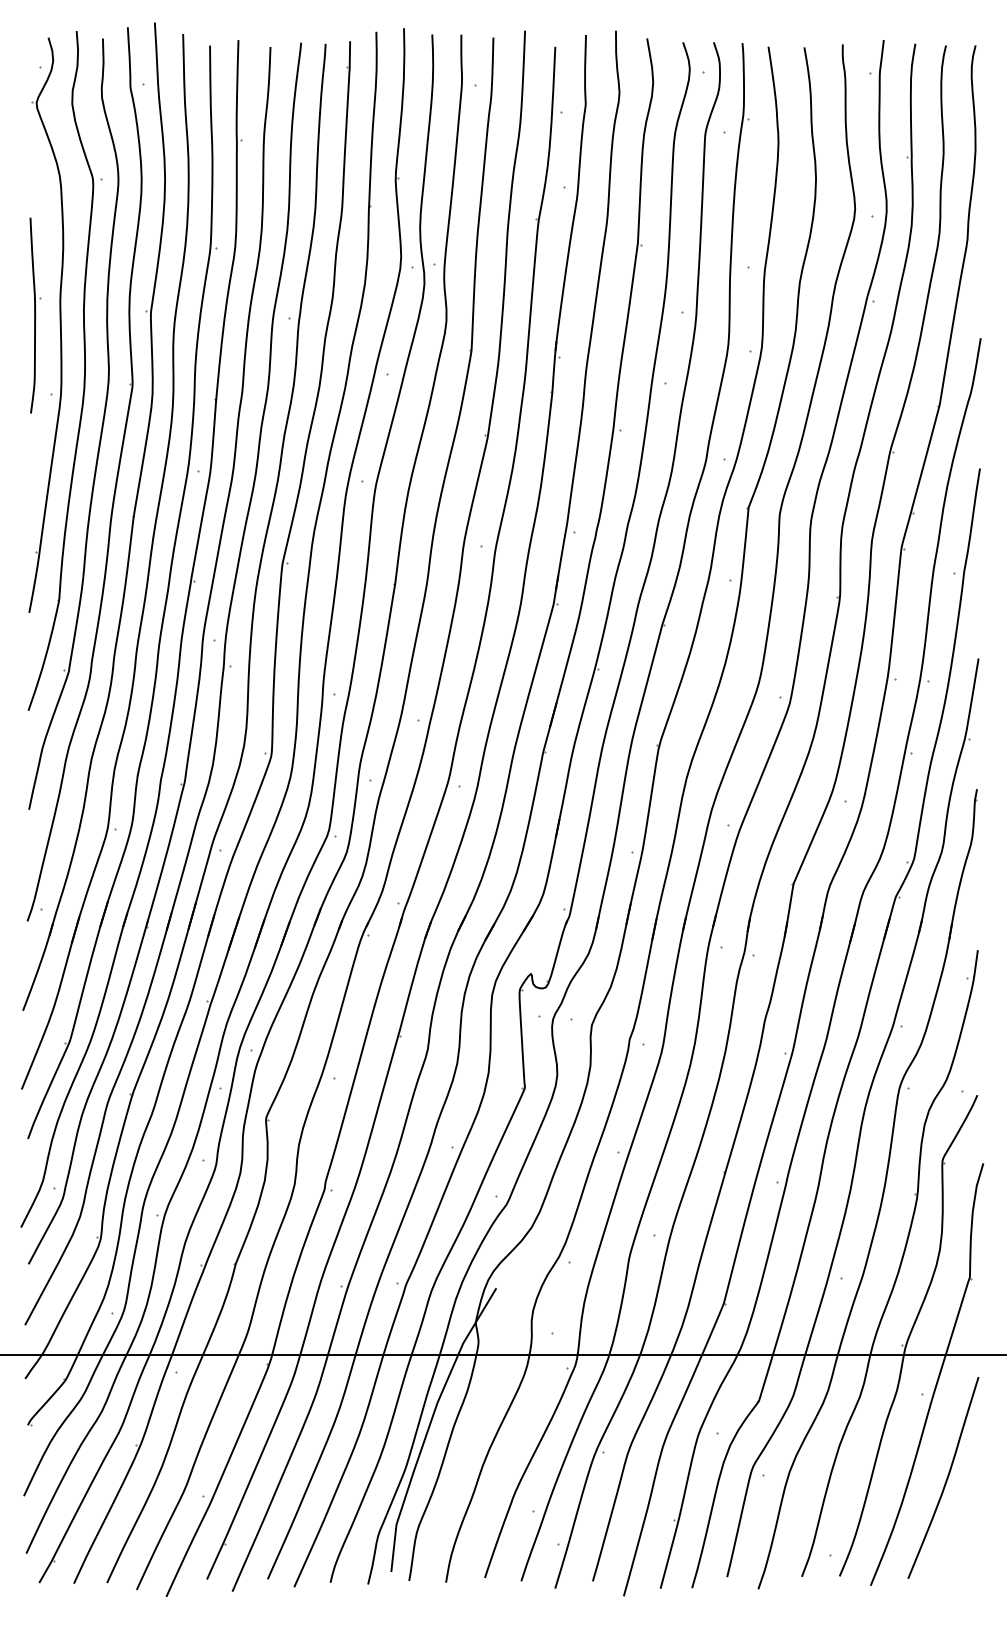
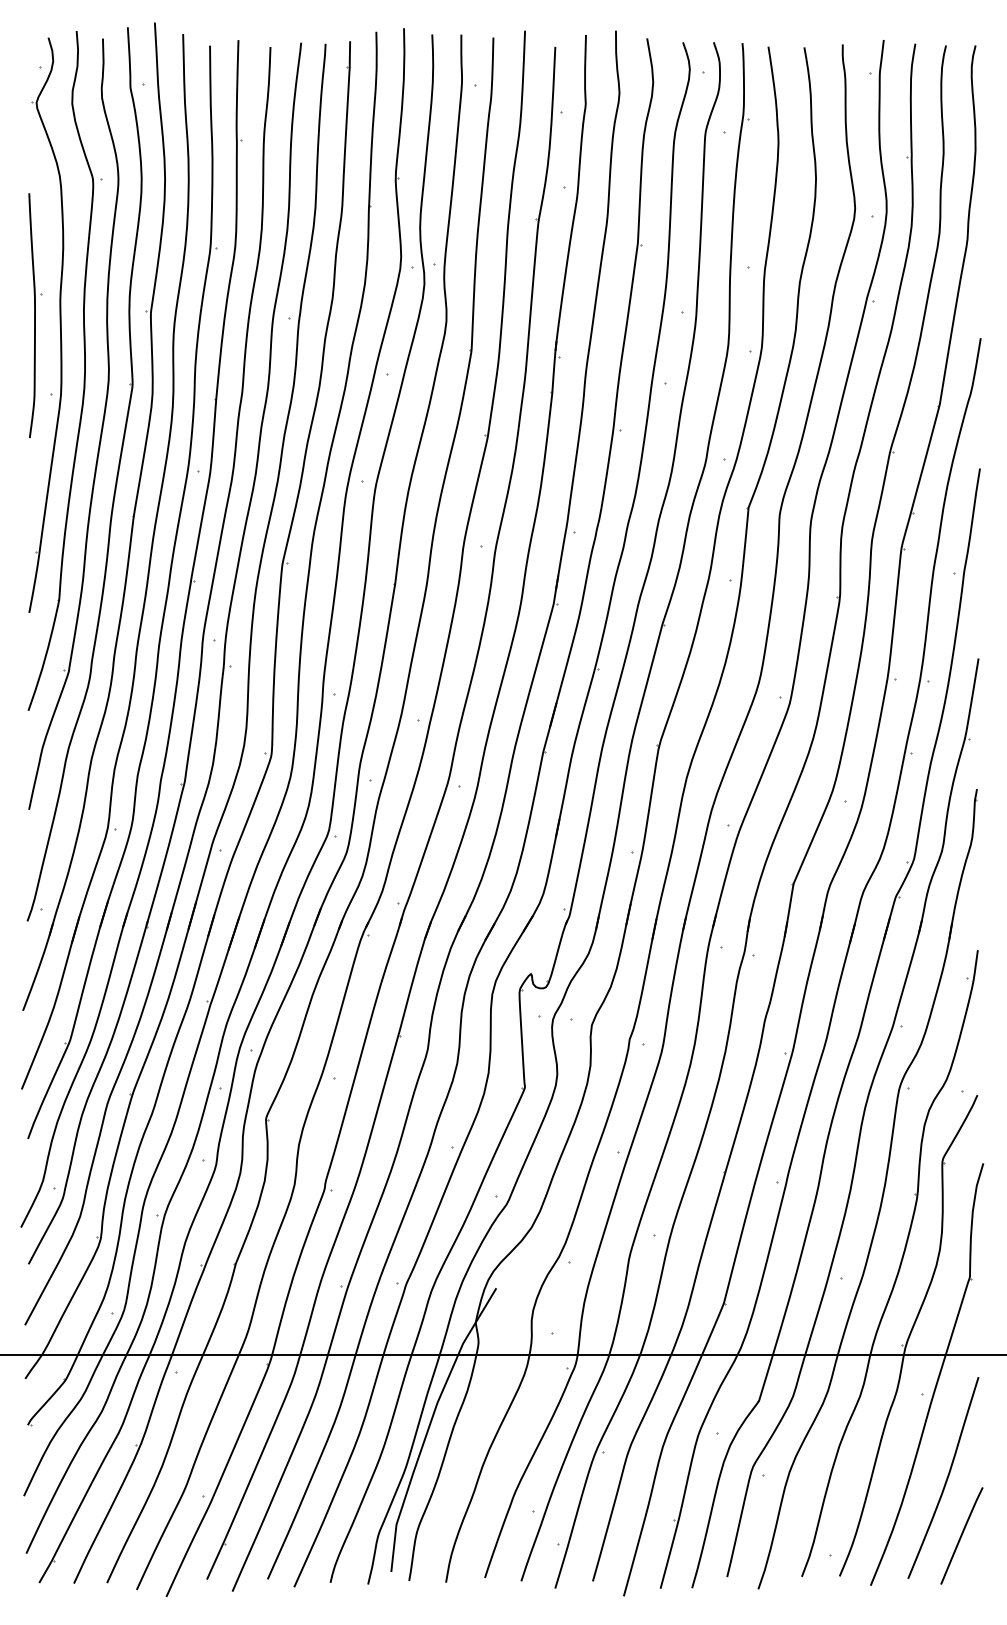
part at (35, 315) size: 13x197 px -> 15x245 px
line at (961, 1535): none -> present
